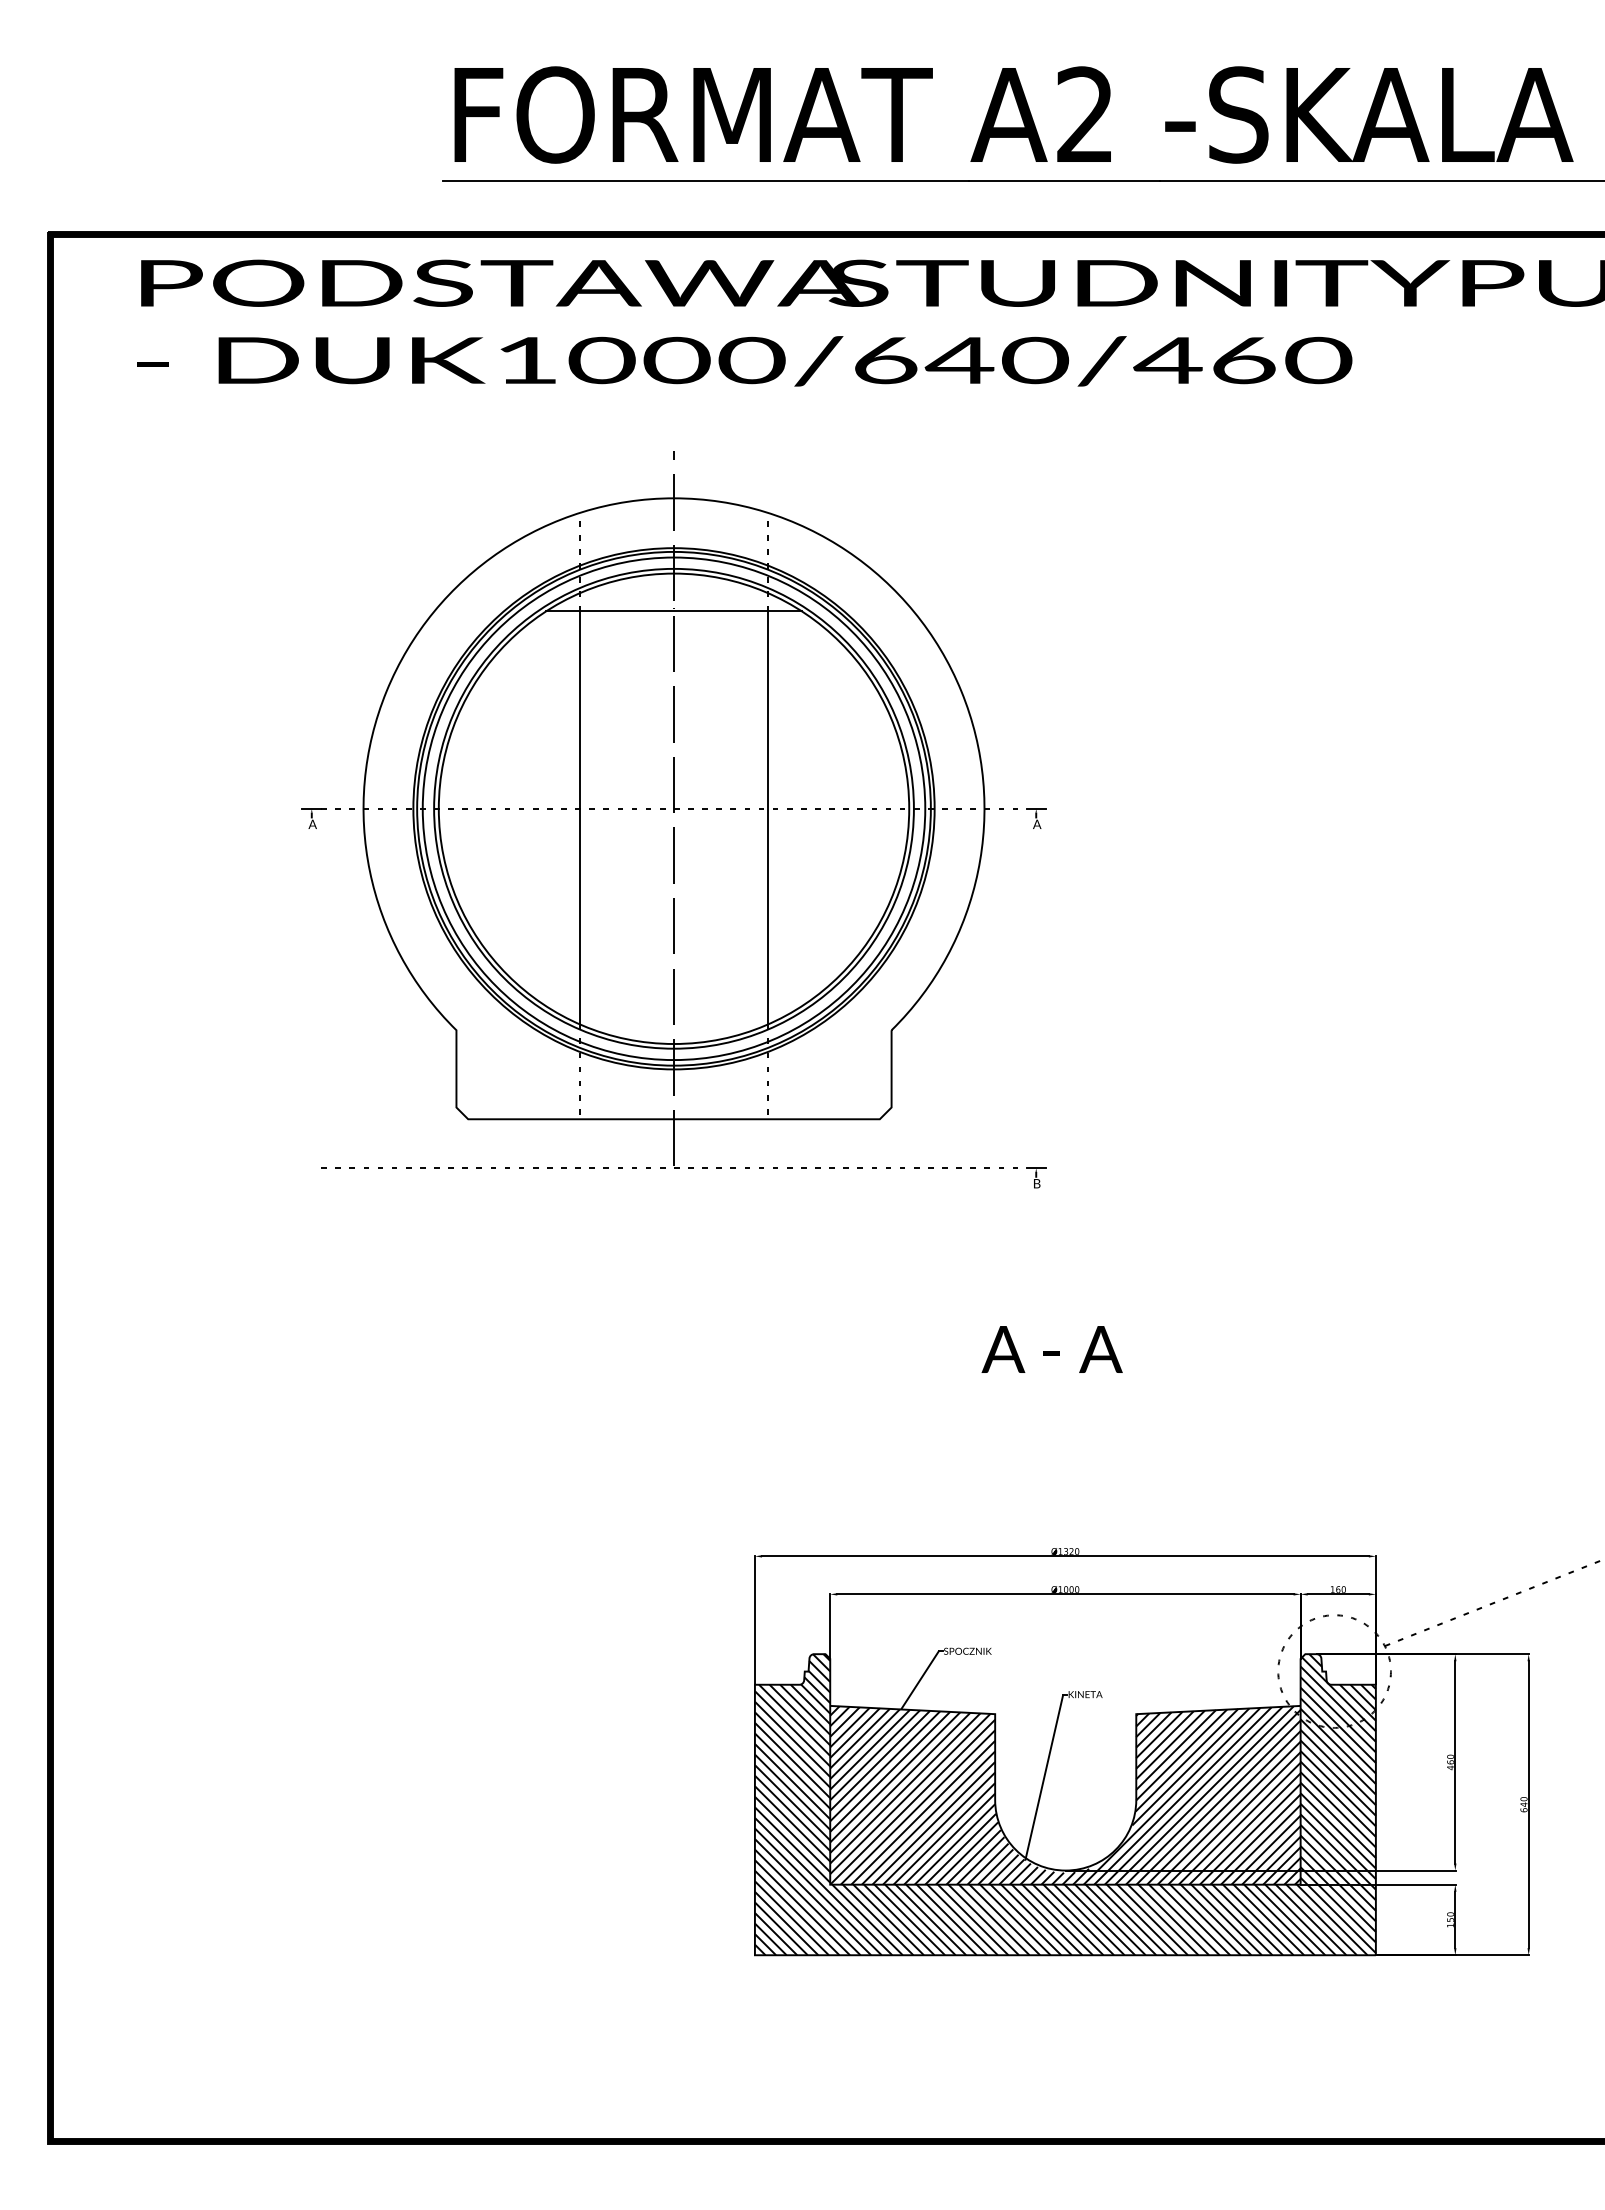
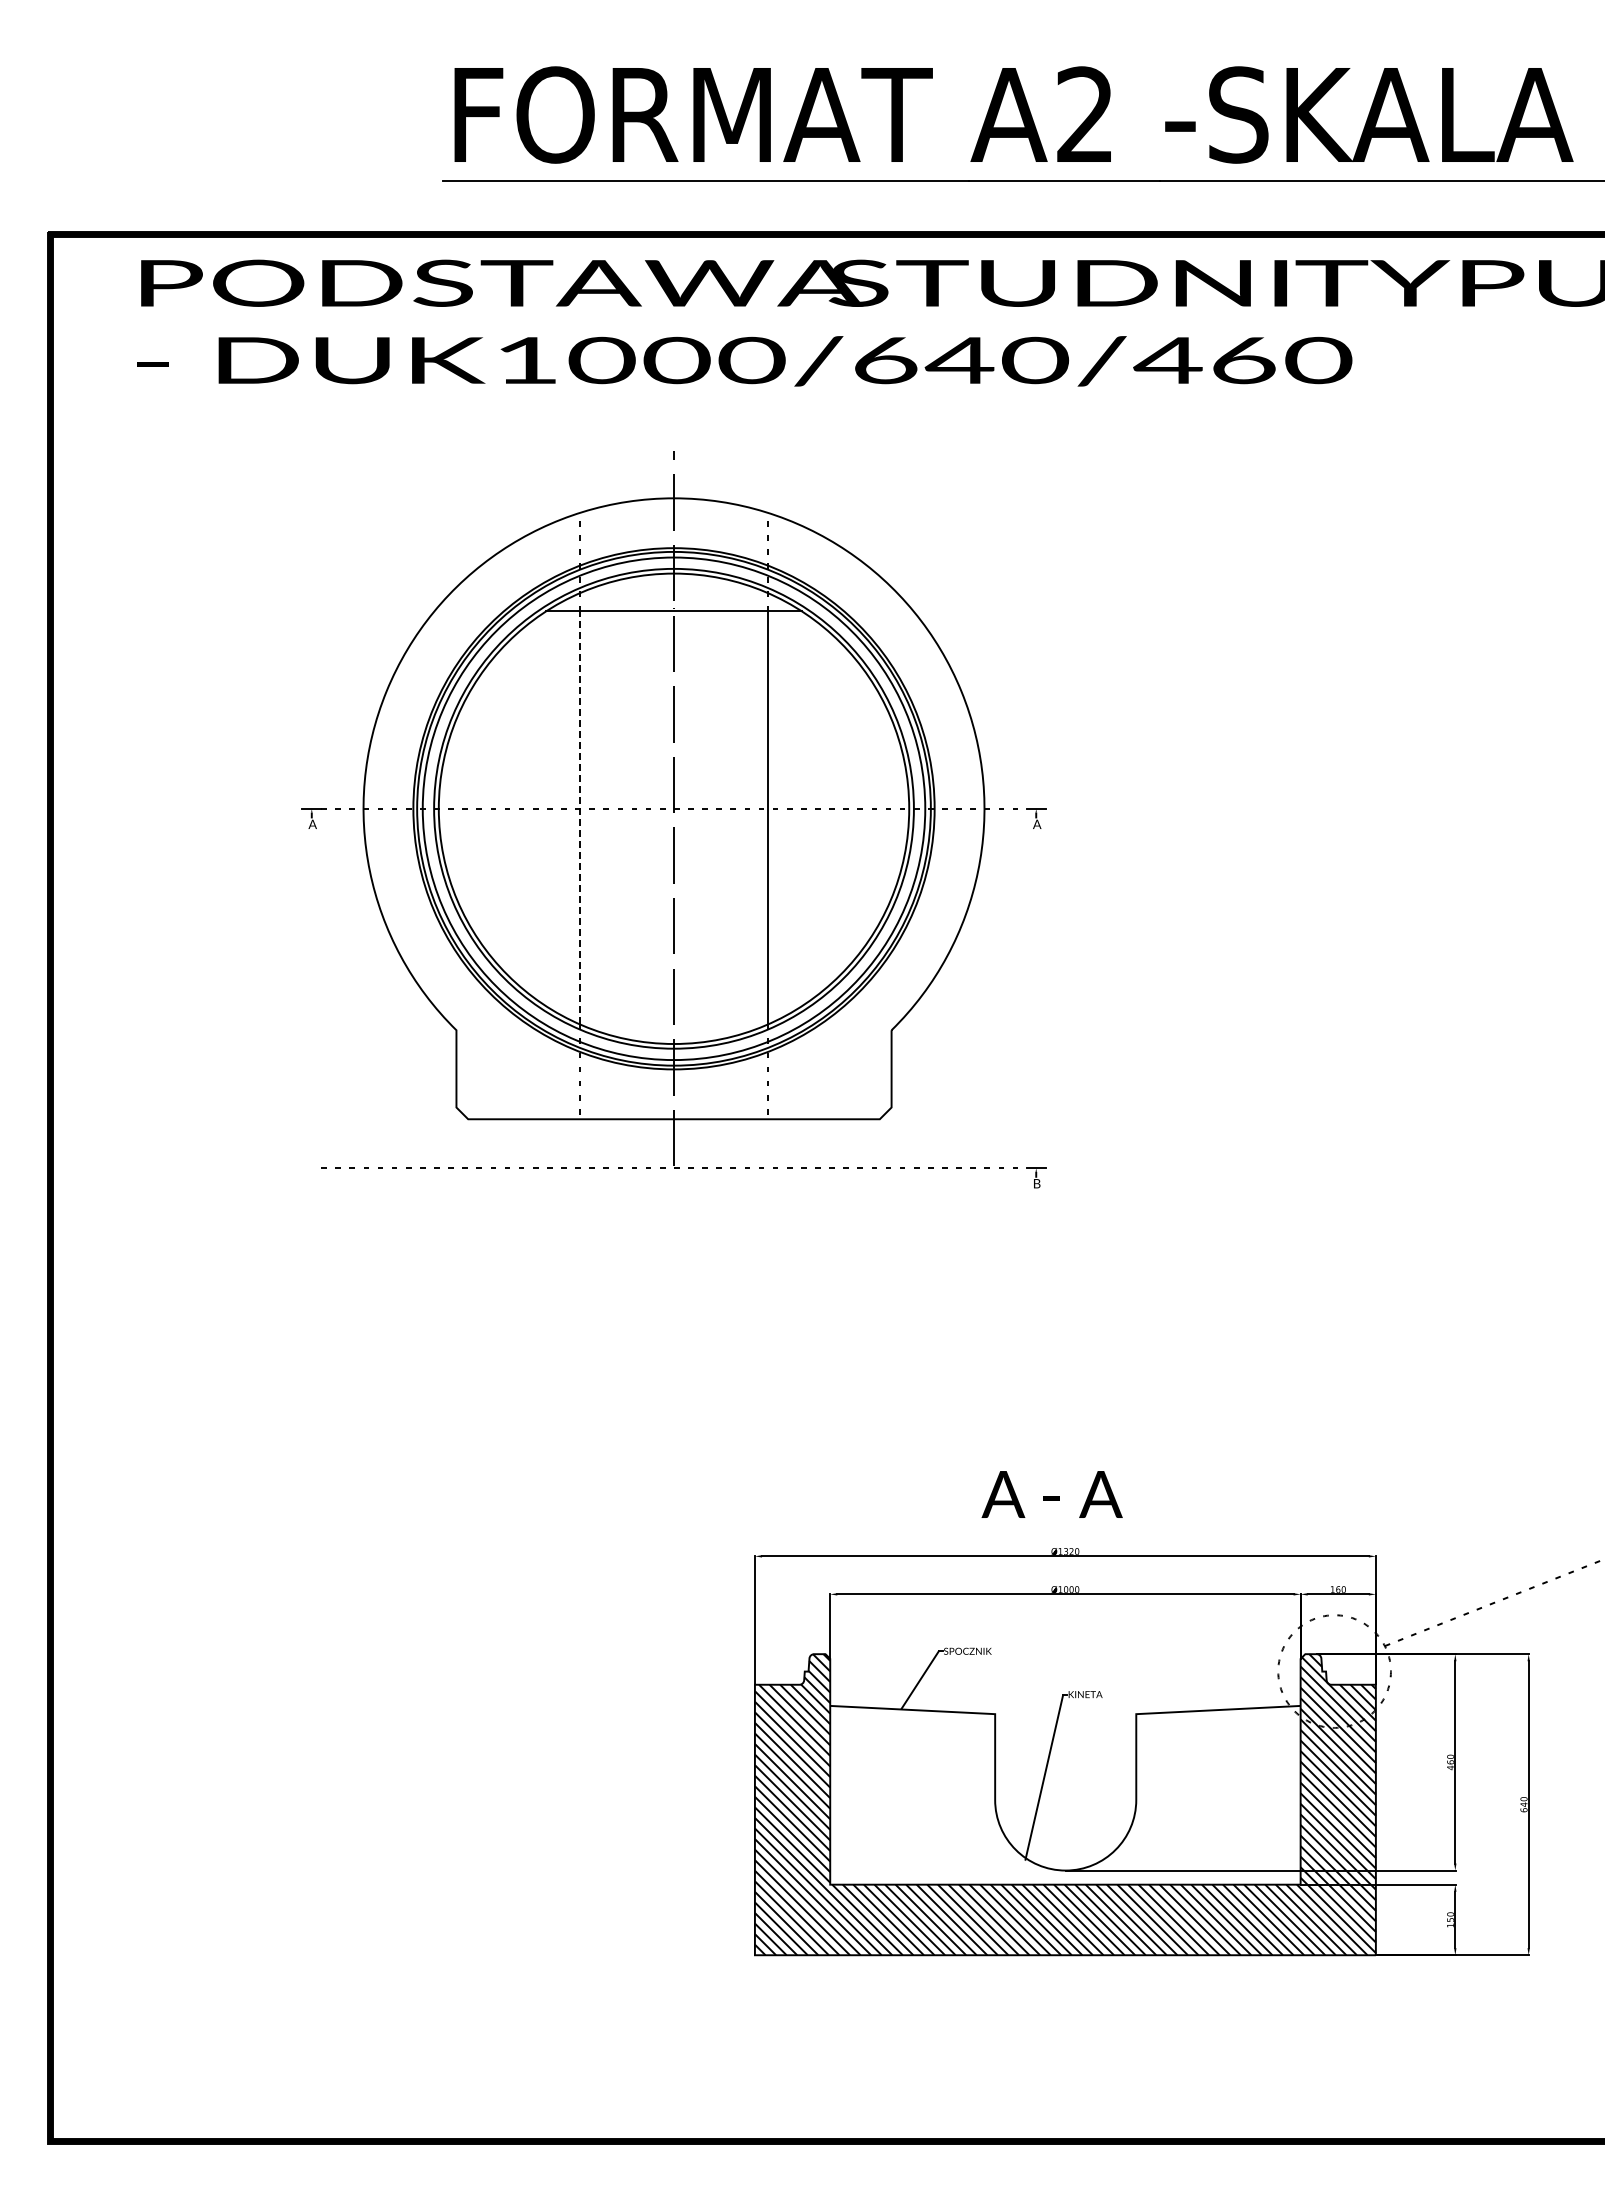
line at (579, 817): solid -> dashed
text at (1051, 1349) position: (1051, 1349) -> (1051, 1494)
hatch at (1065, 1795): present -> none
